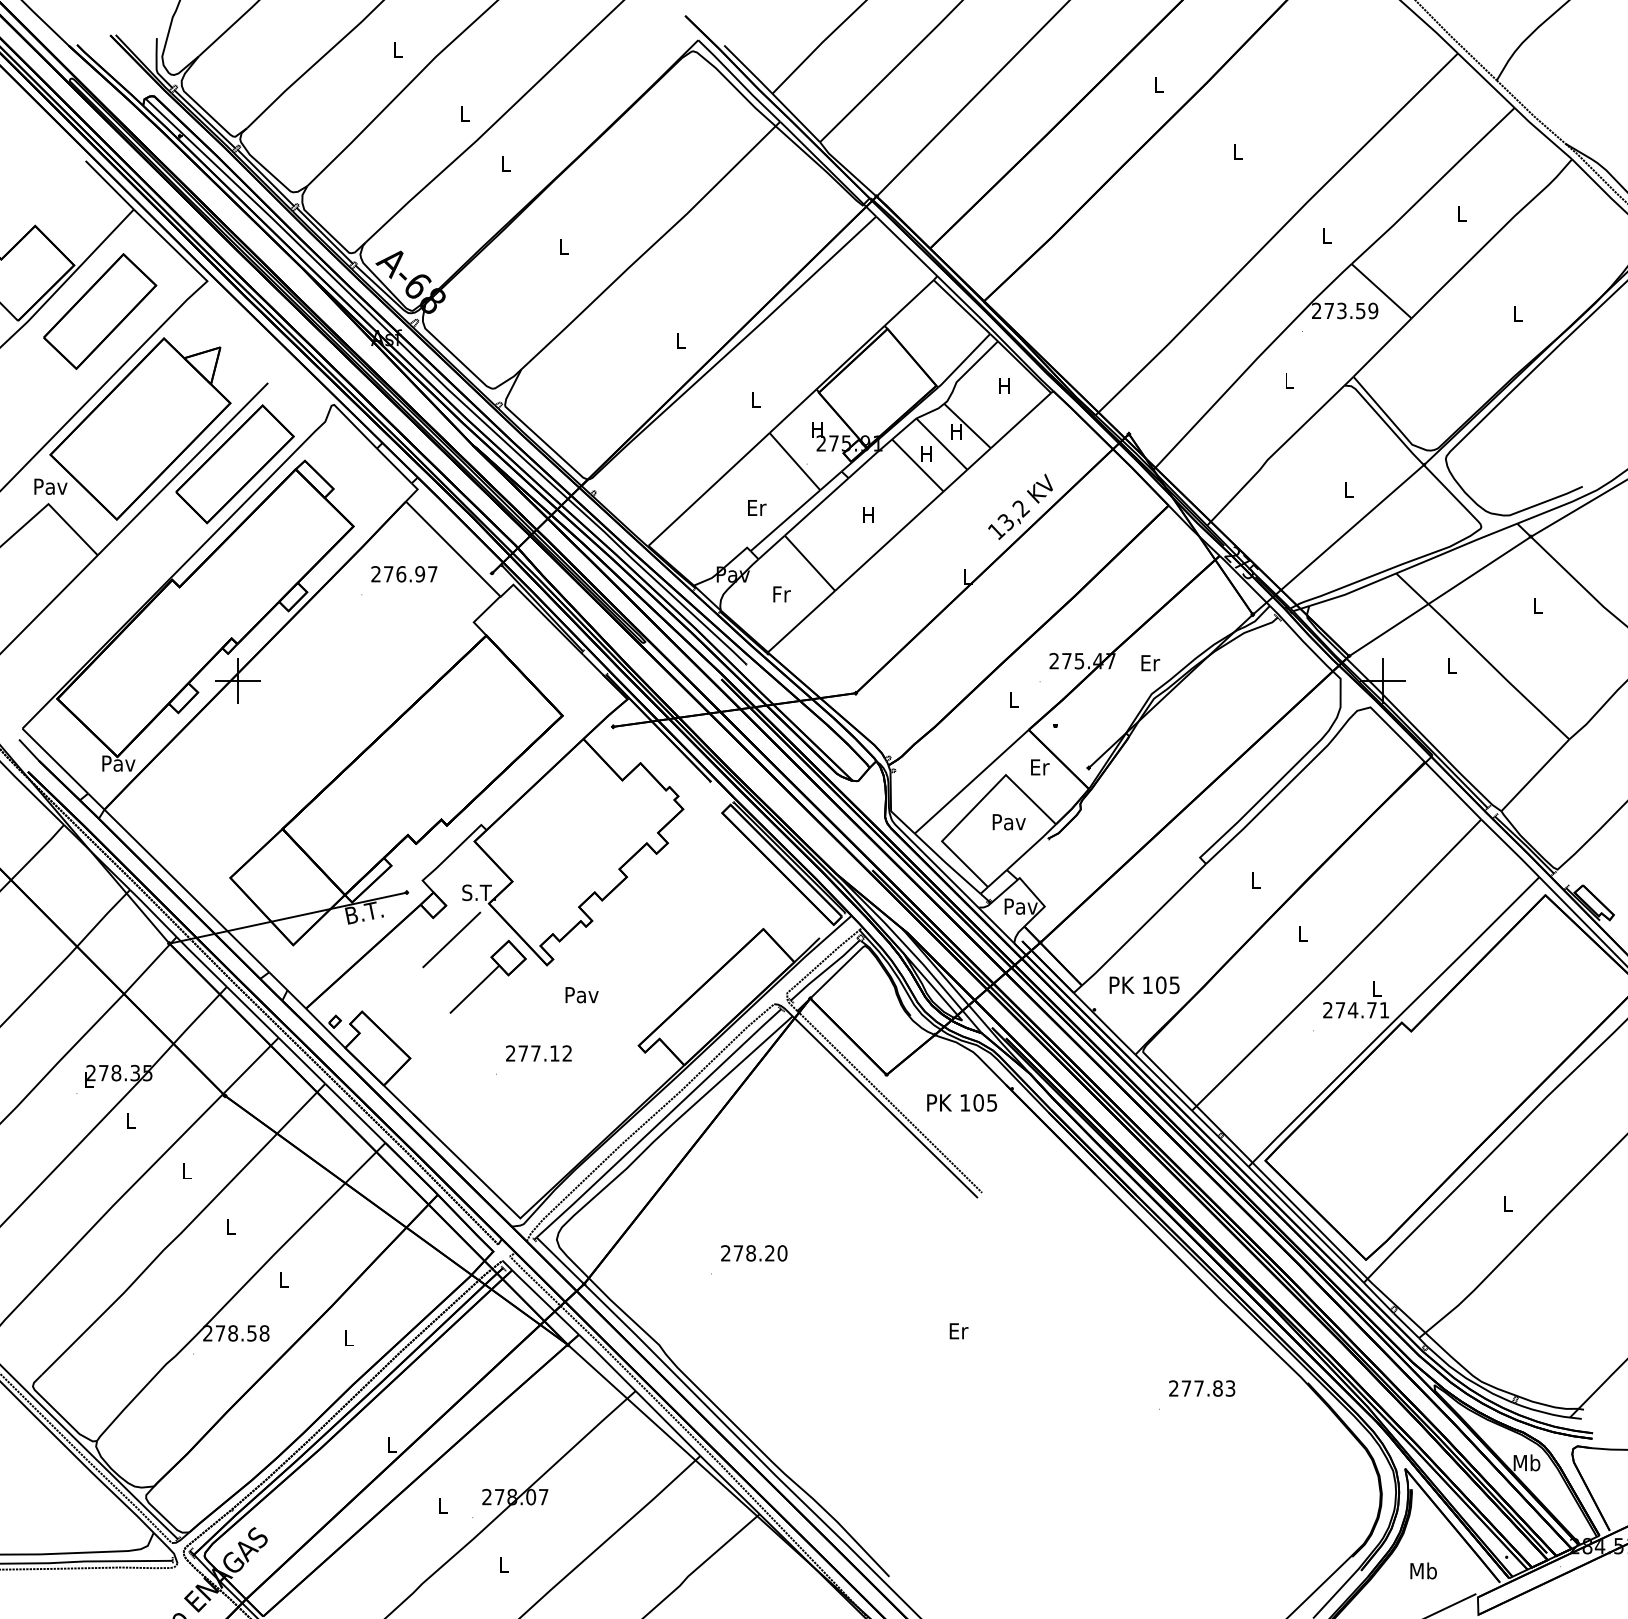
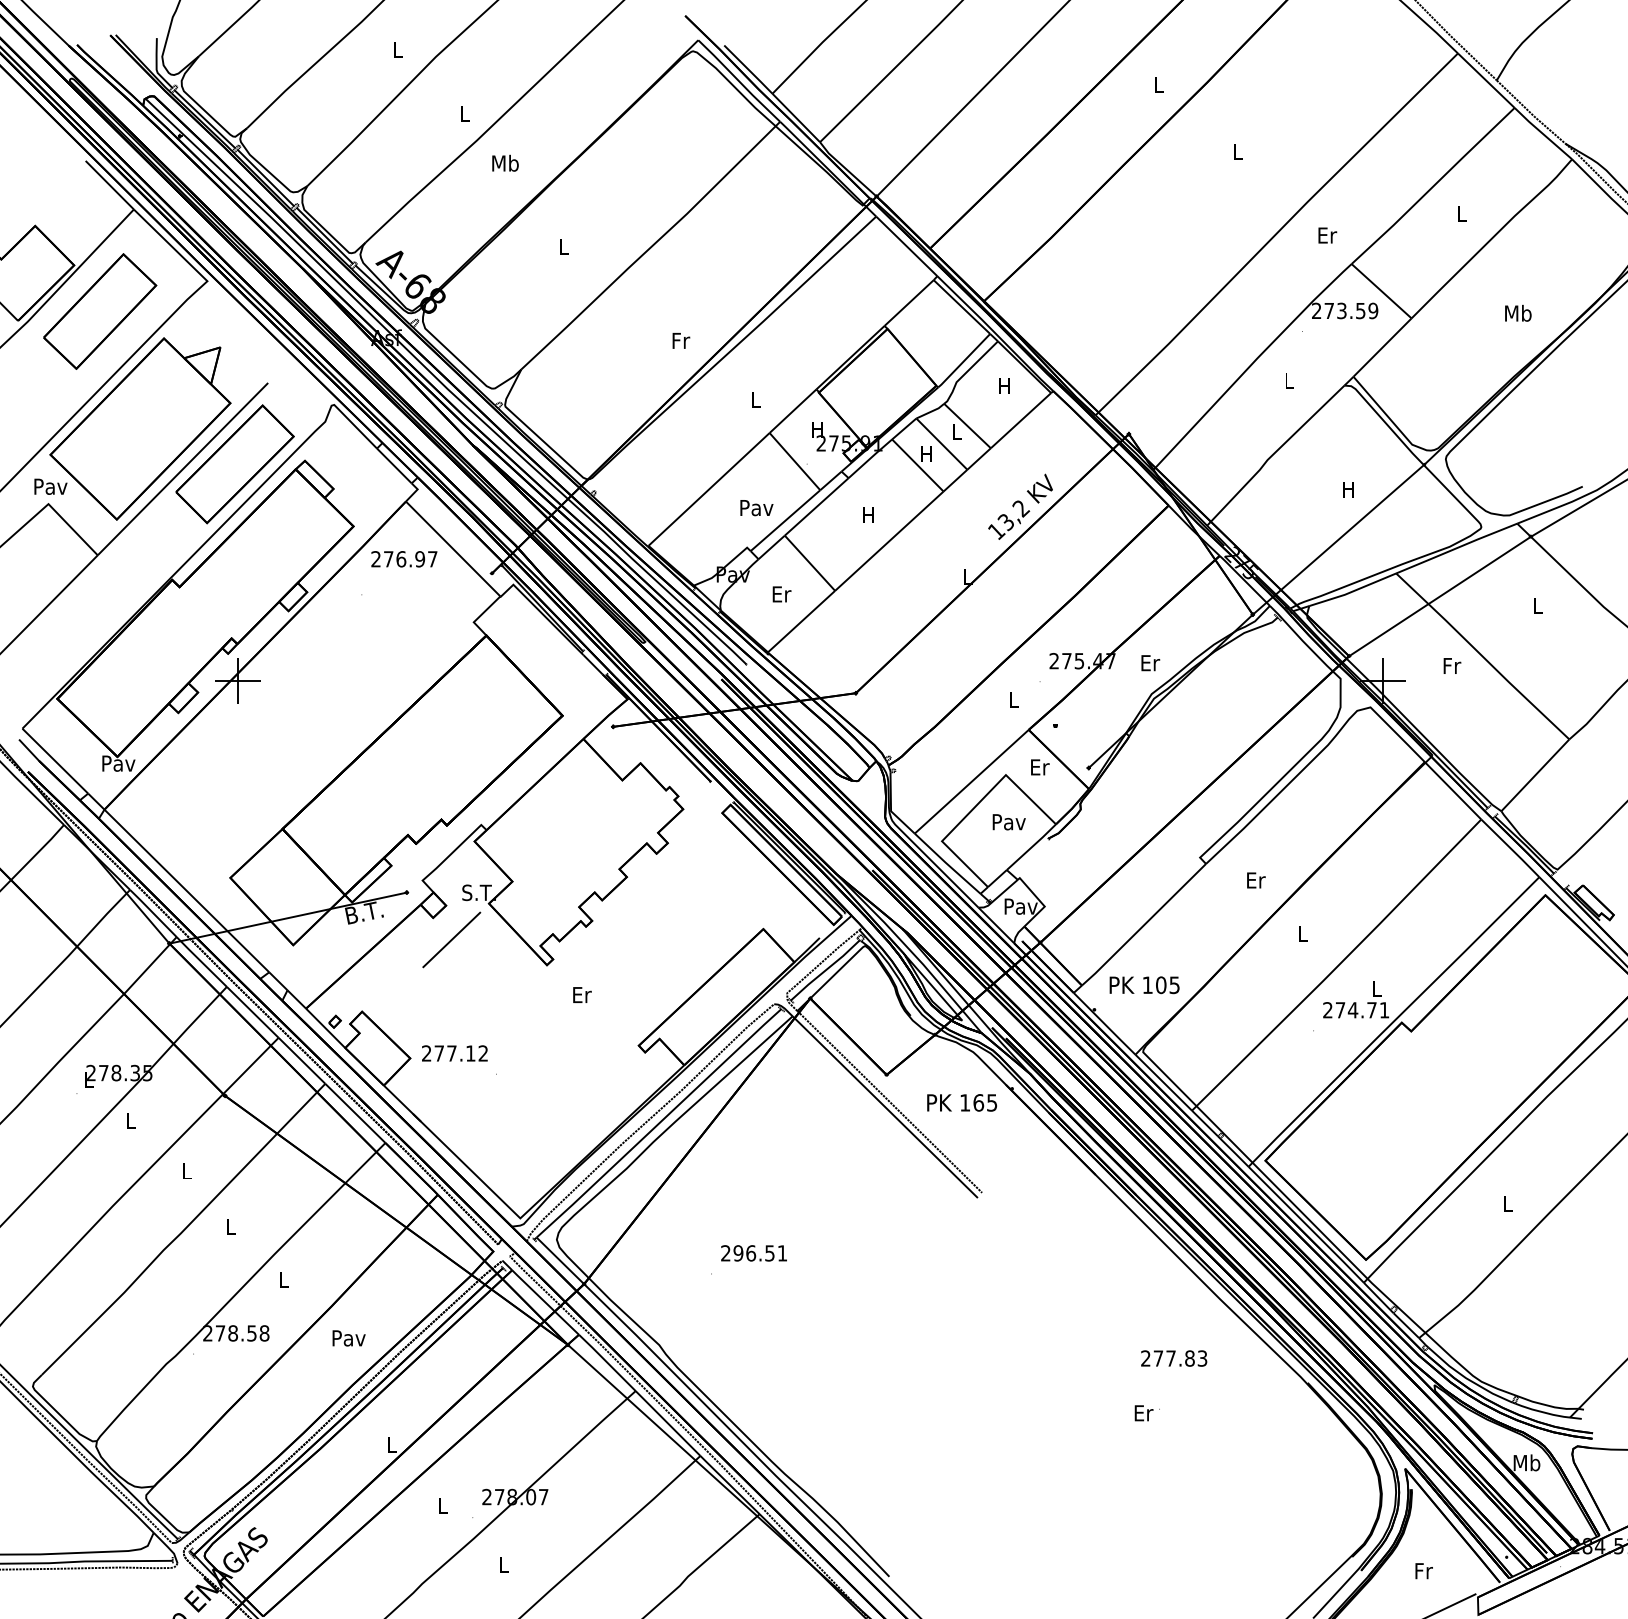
text at (505, 162): L -> Mb
text at (1327, 235): L -> Er
text at (1518, 312): L -> Mb
text at (681, 340): L -> Fr
text at (956, 431): H -> L
text at (1348, 489): L -> H
text at (756, 508): Er -> Pav
text at (404, 574) position: (404, 574) -> (404, 559)
text at (781, 594): Fr -> Er
text at (1452, 665): L -> Fr
text at (1256, 880): L -> Er
part at (487, 976): present -> none
text at (581, 995): Pav -> Er
text at (538, 1053) position: (538, 1053) -> (454, 1053)
text at (978, 1102): 105 -> 165
text at (760, 1253): 278.20 -> 296.51
text at (958, 1331) position: (958, 1331) -> (1143, 1413)
text at (348, 1338): L -> Pav
text at (1202, 1388) position: (1202, 1388) -> (1174, 1358)
text at (1423, 1570): Mb -> Fr
